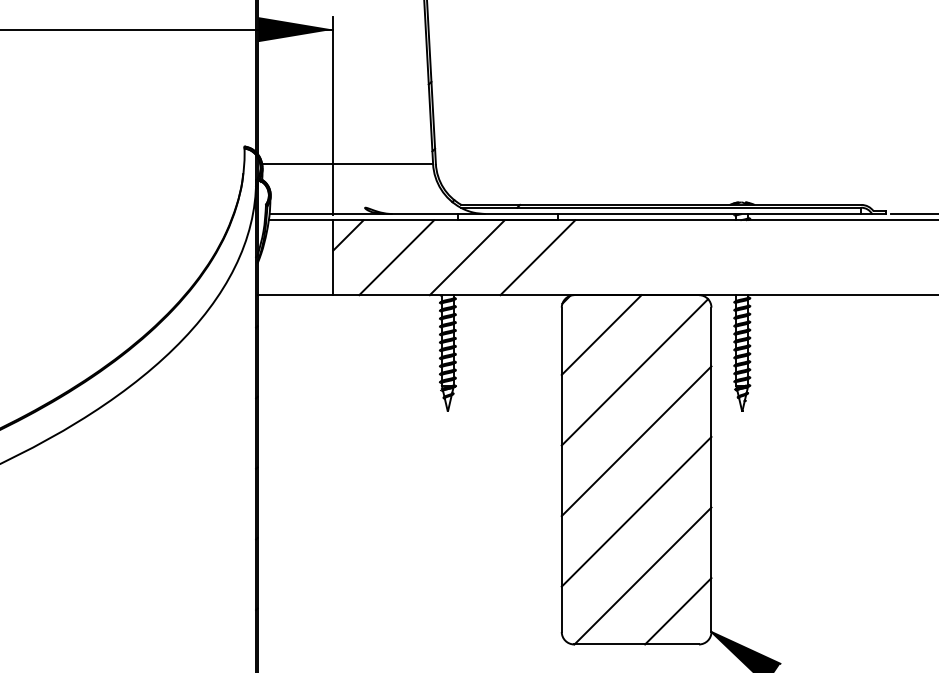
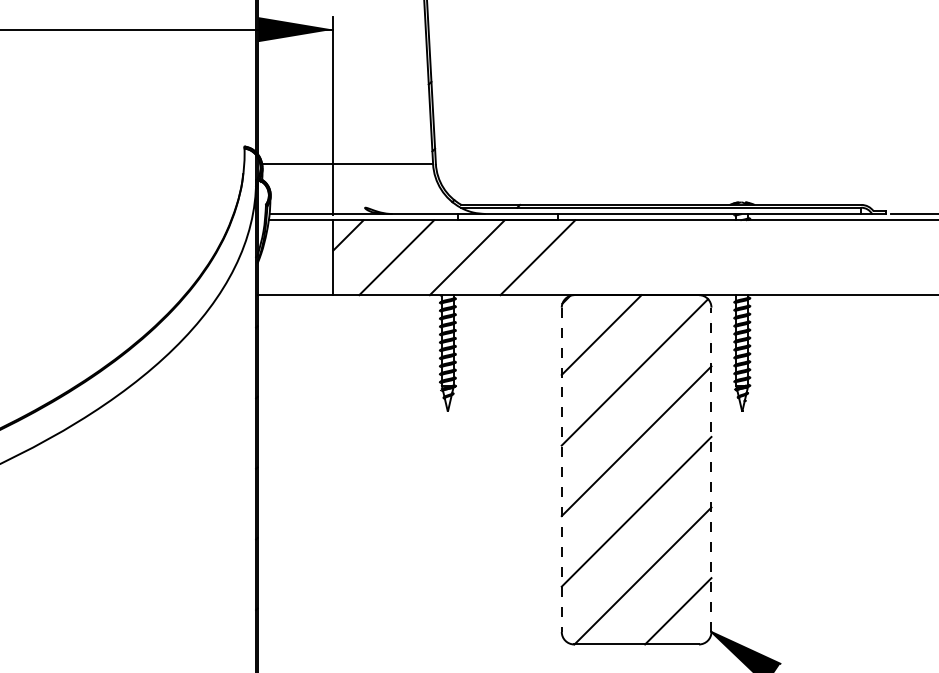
line at (711, 469): solid -> dashed
line at (561, 470): solid -> dashed
